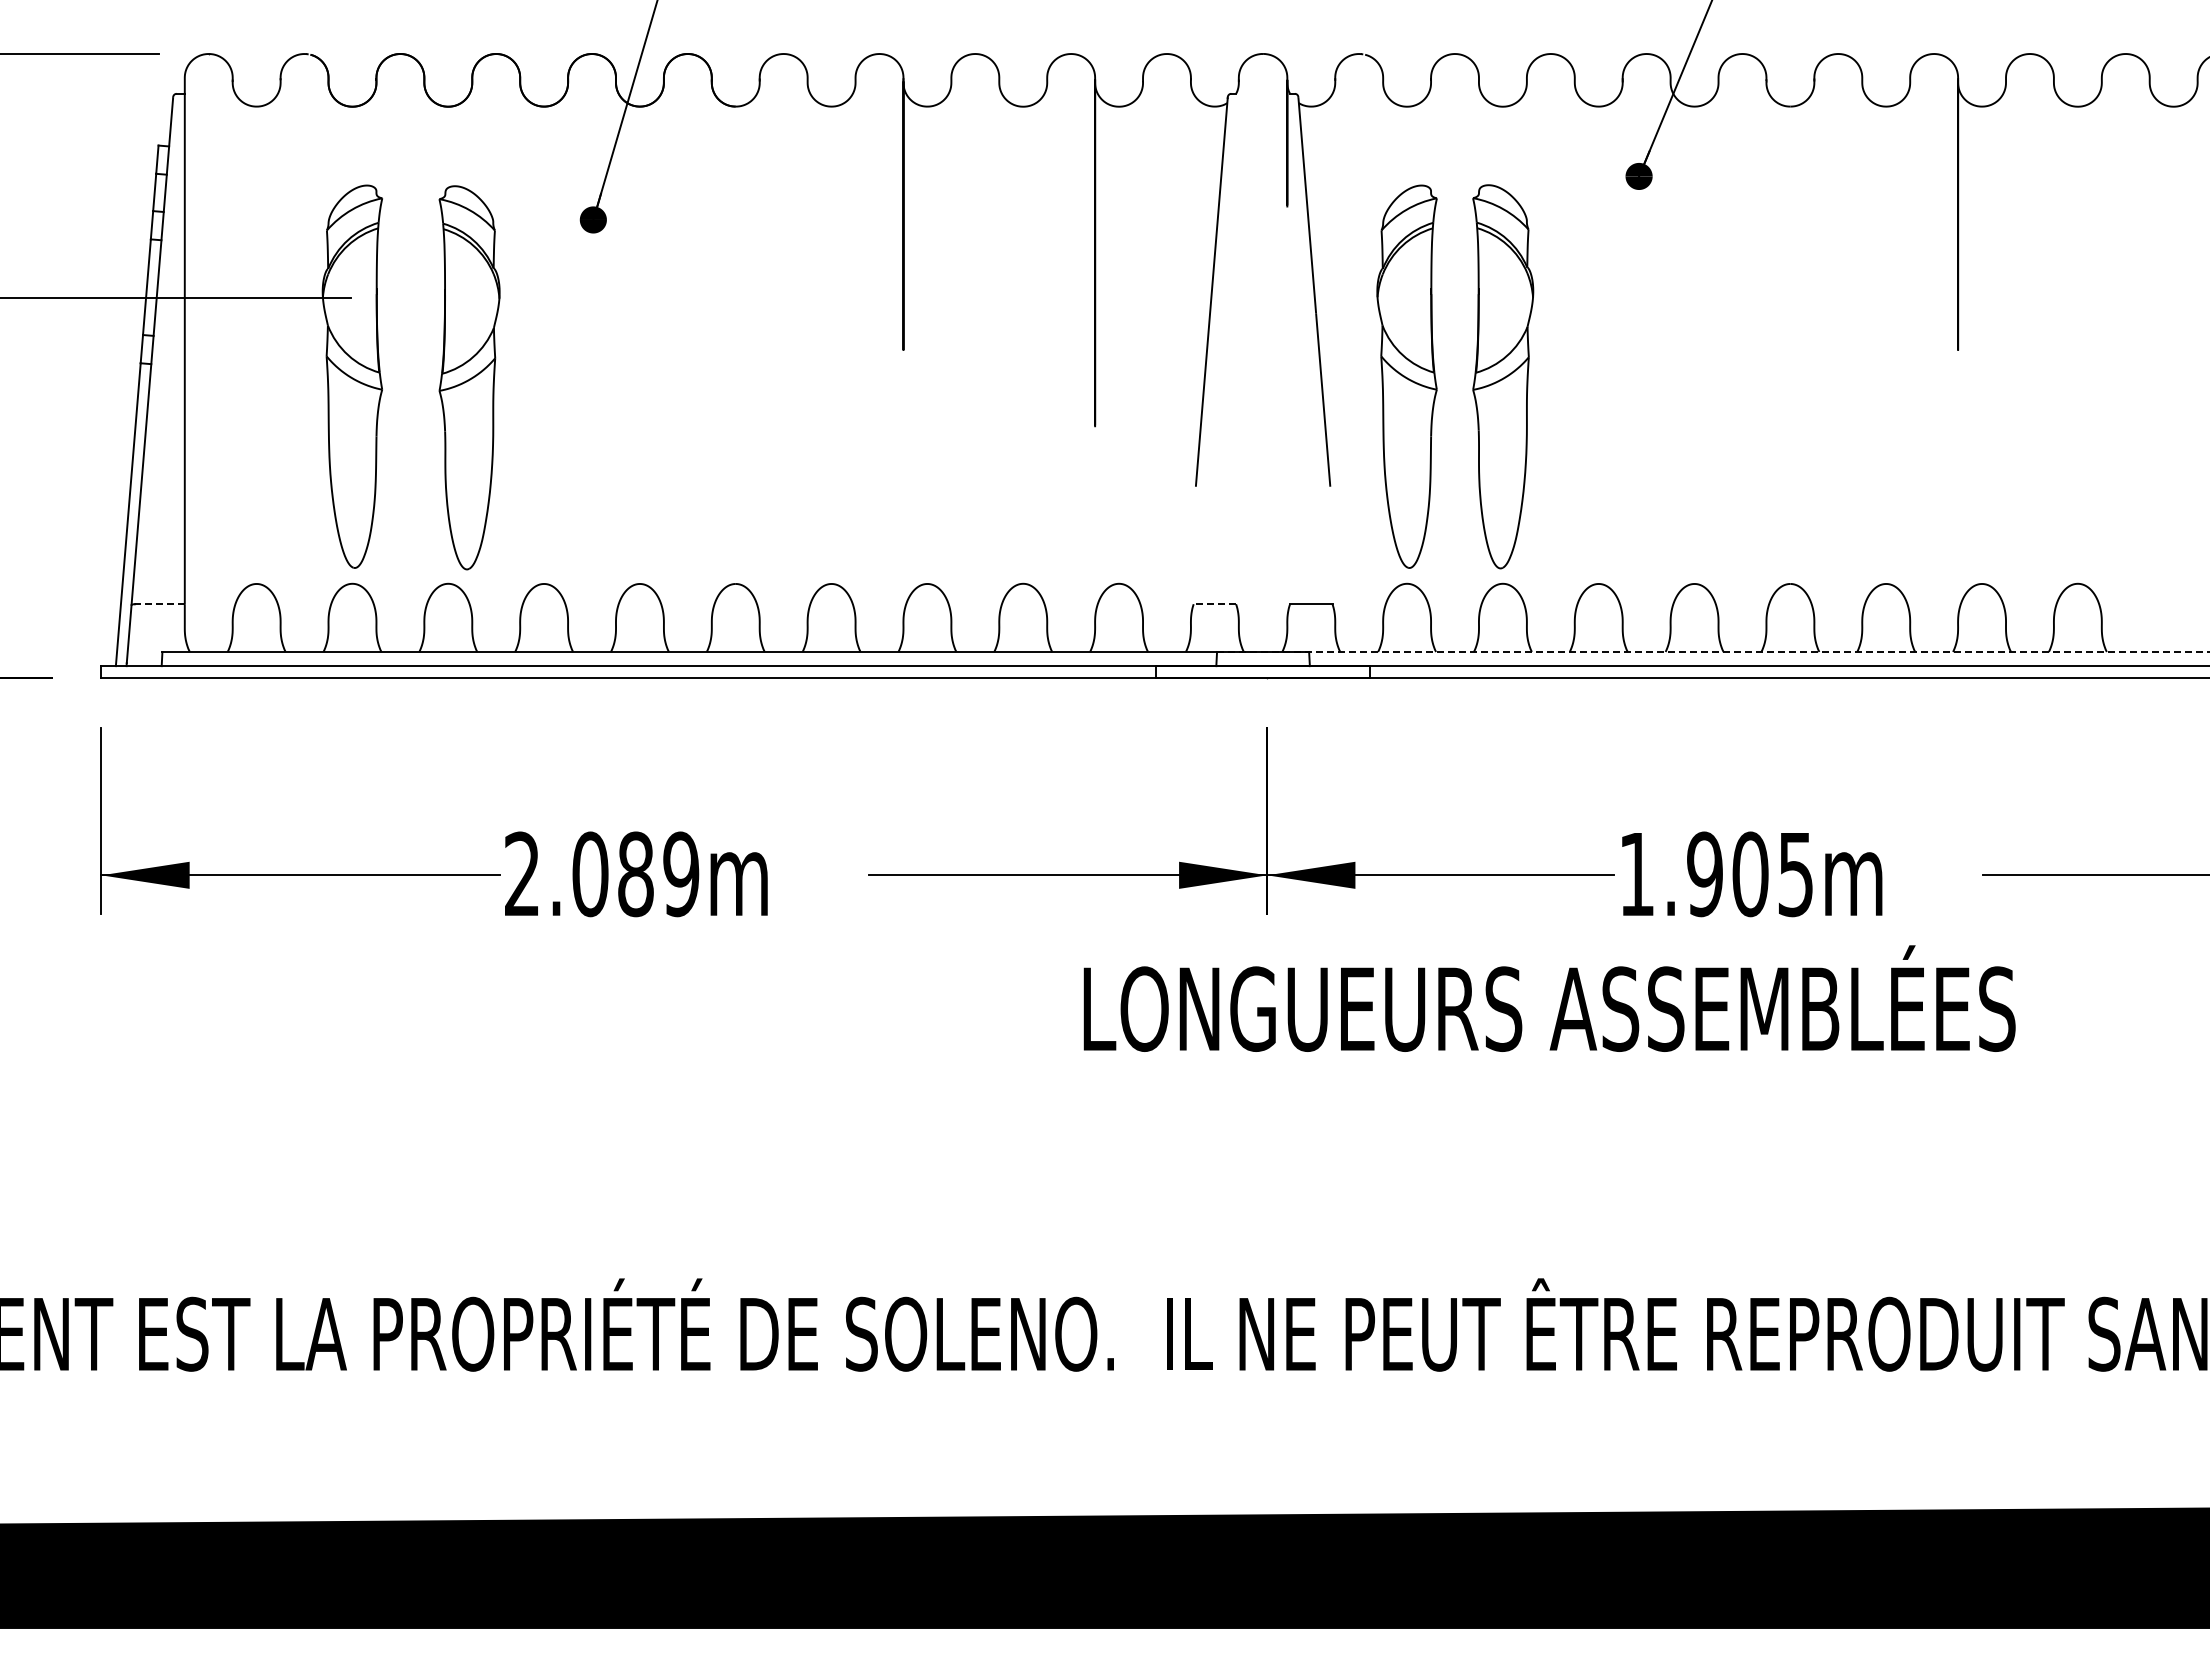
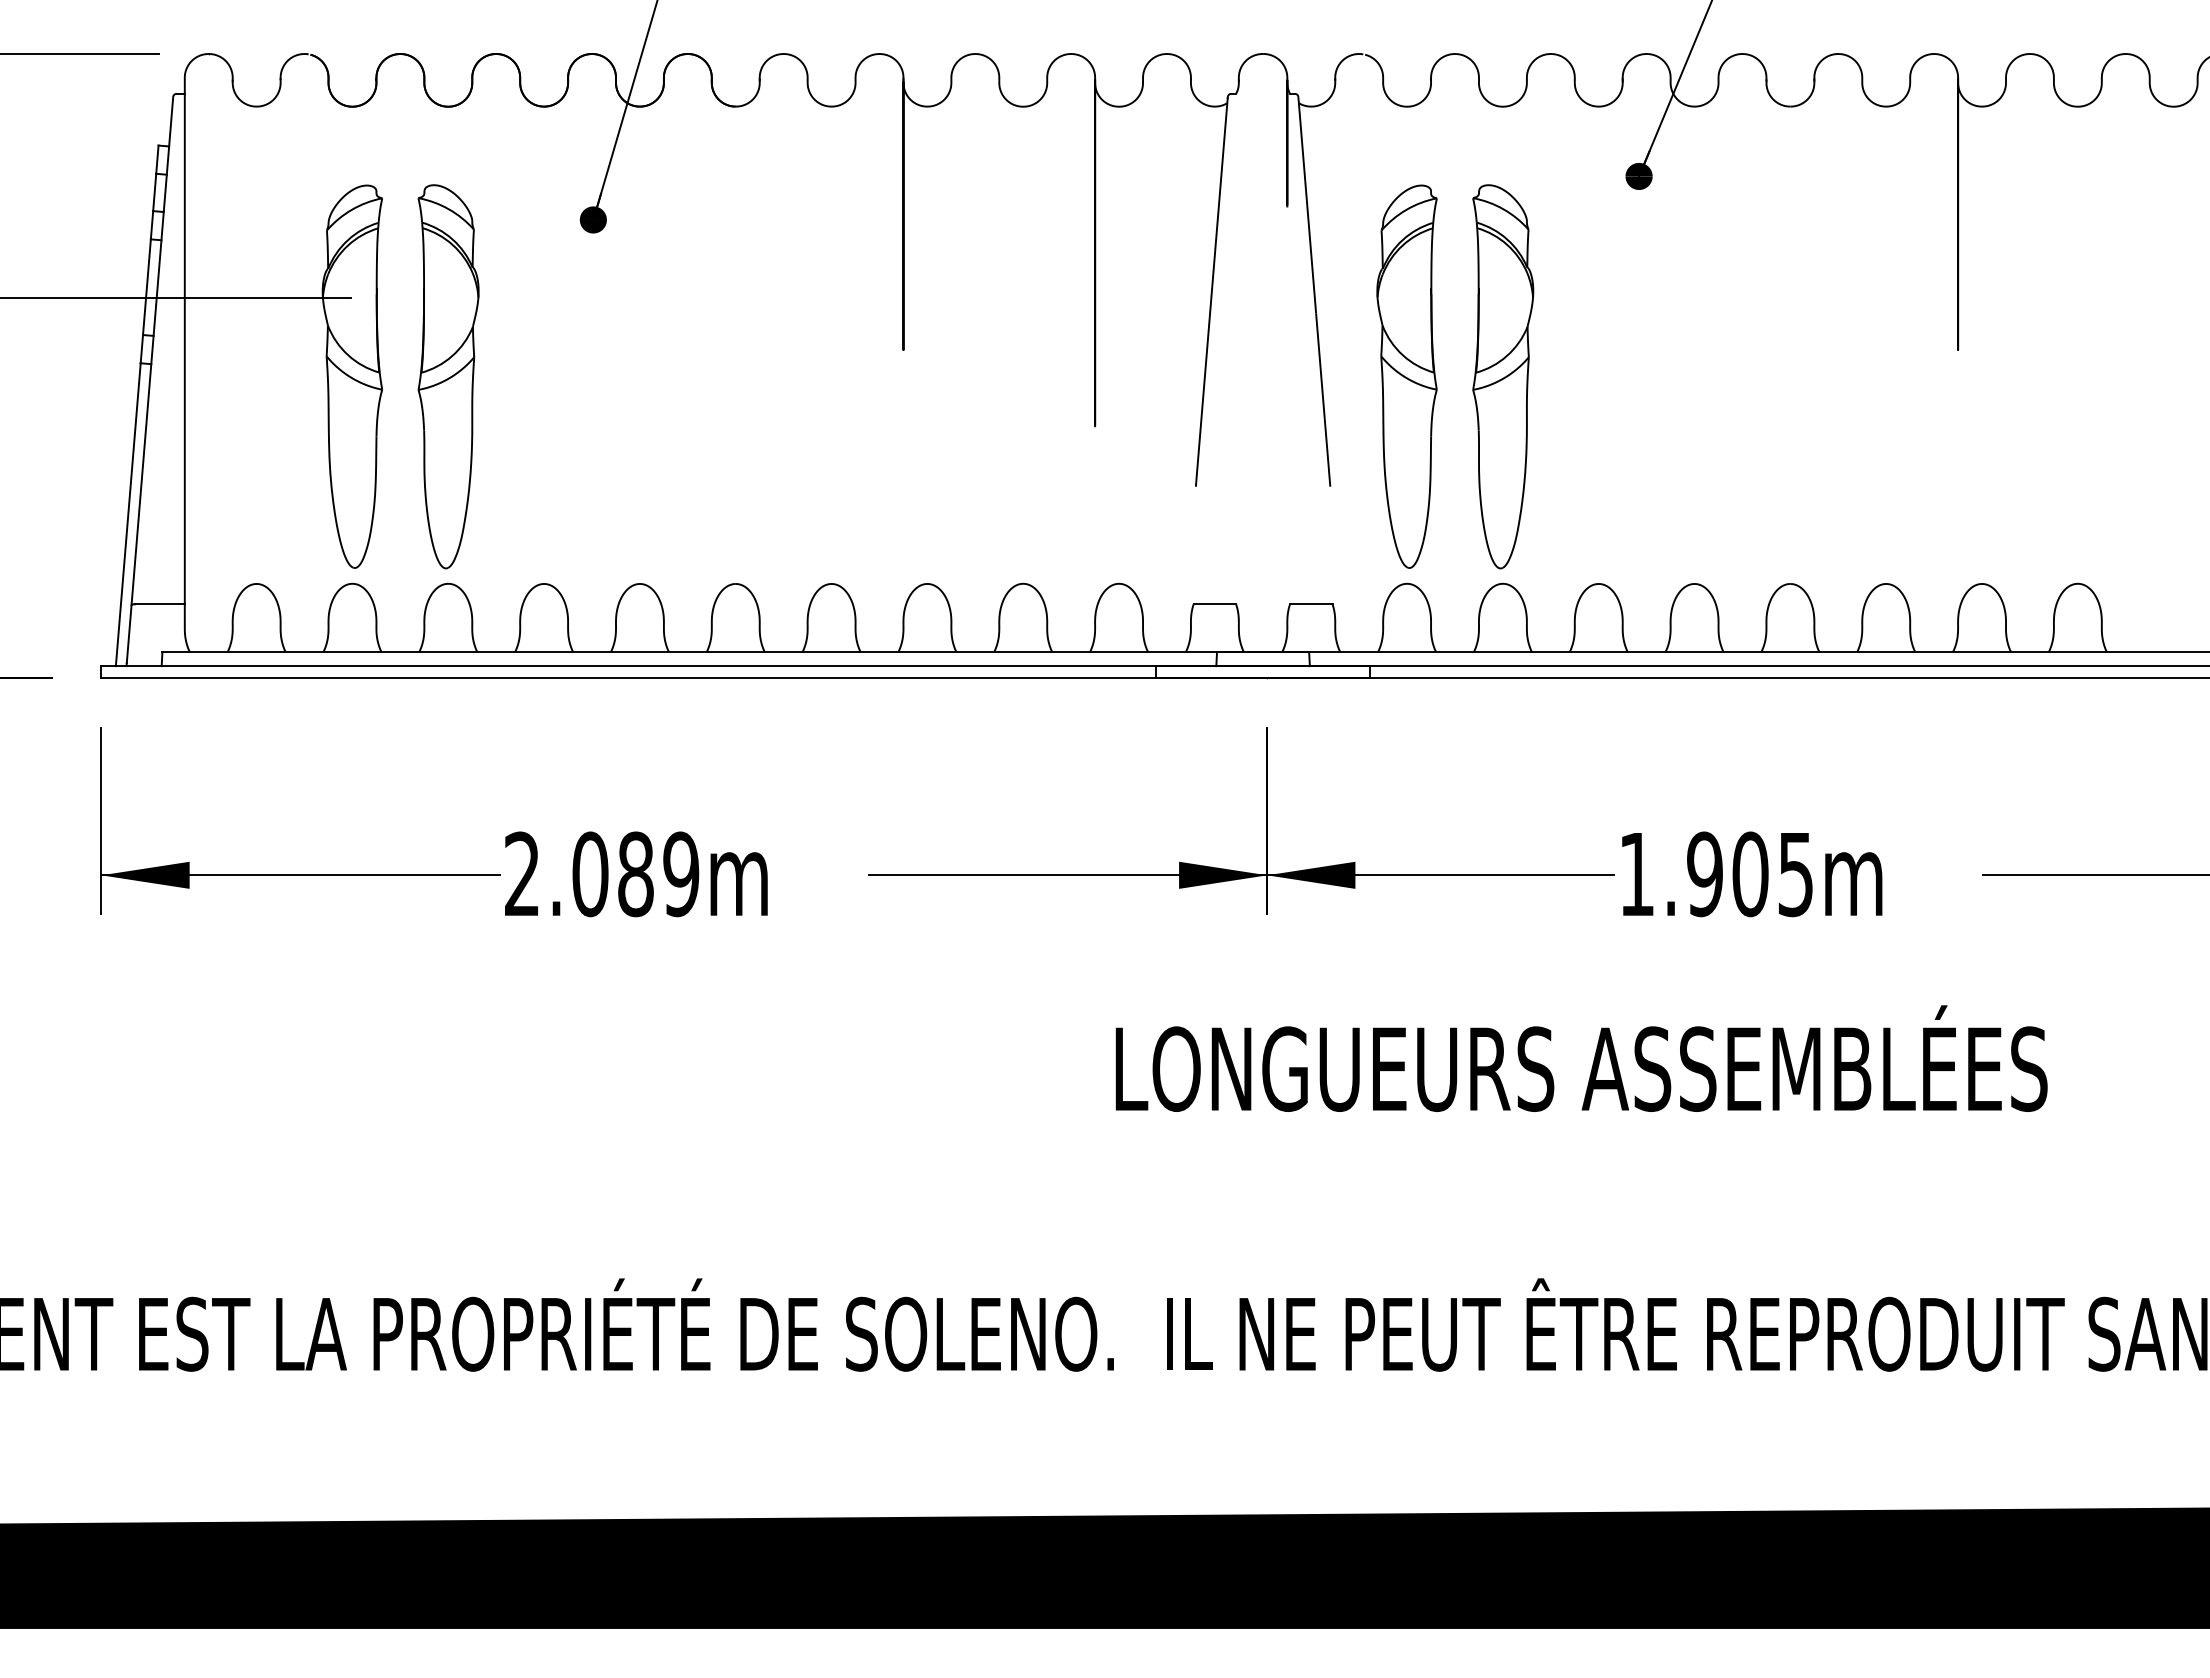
part at (469, 377) position: (469, 377) -> (448, 376)
line at (159, 604): dashed -> solid
line at (1214, 604): dashed -> solid
line at (1713, 651): dashed -> solid
text at (1549, 998) position: (1549, 998) -> (1581, 1058)
